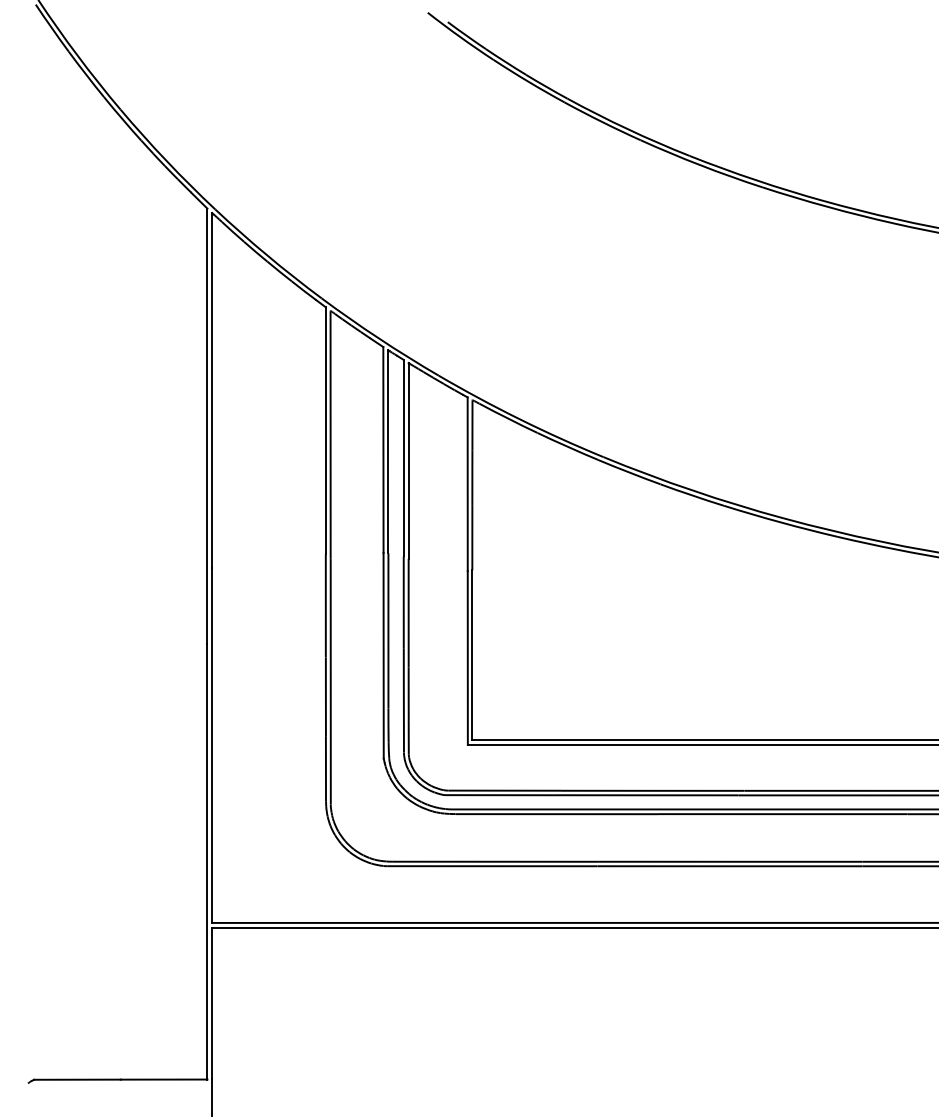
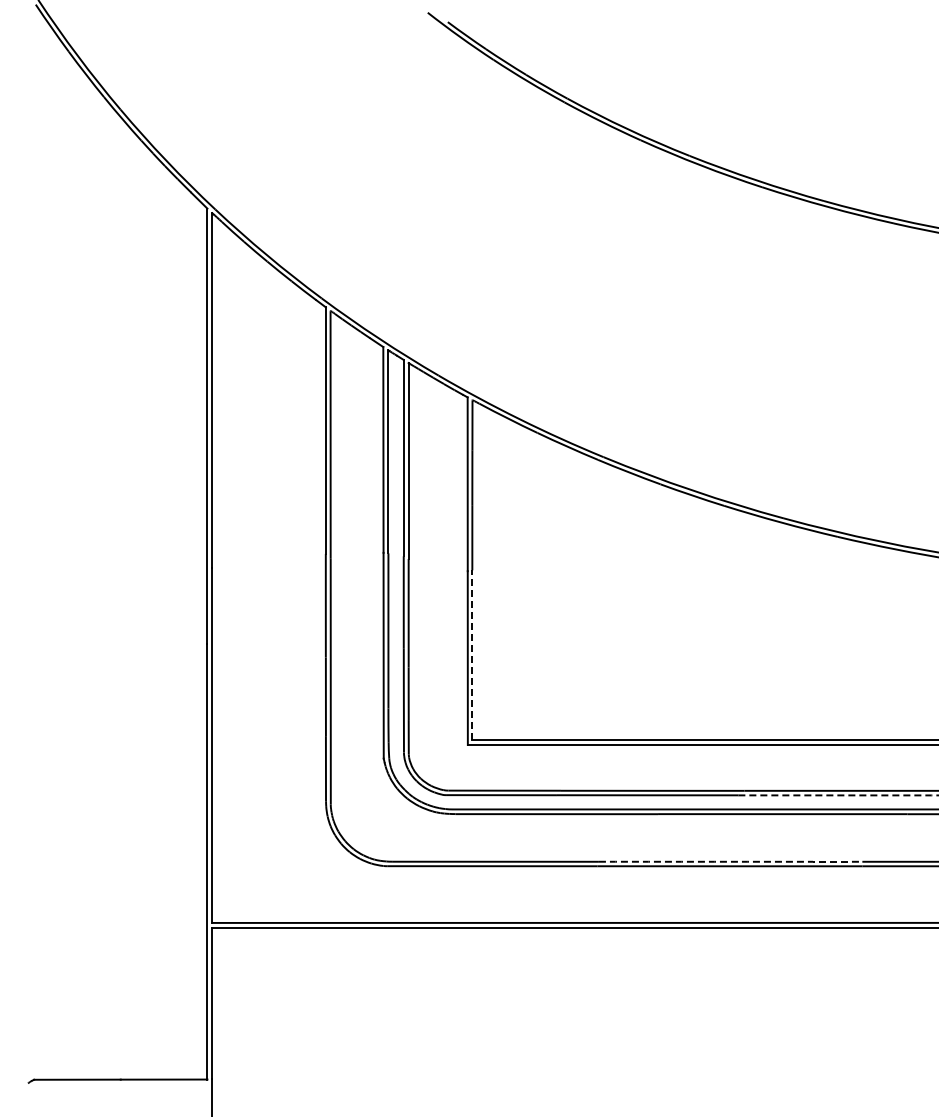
line at (472, 654): solid -> dashed
arc at (839, 795): solid -> dashed
arc at (730, 861): solid -> dashed
